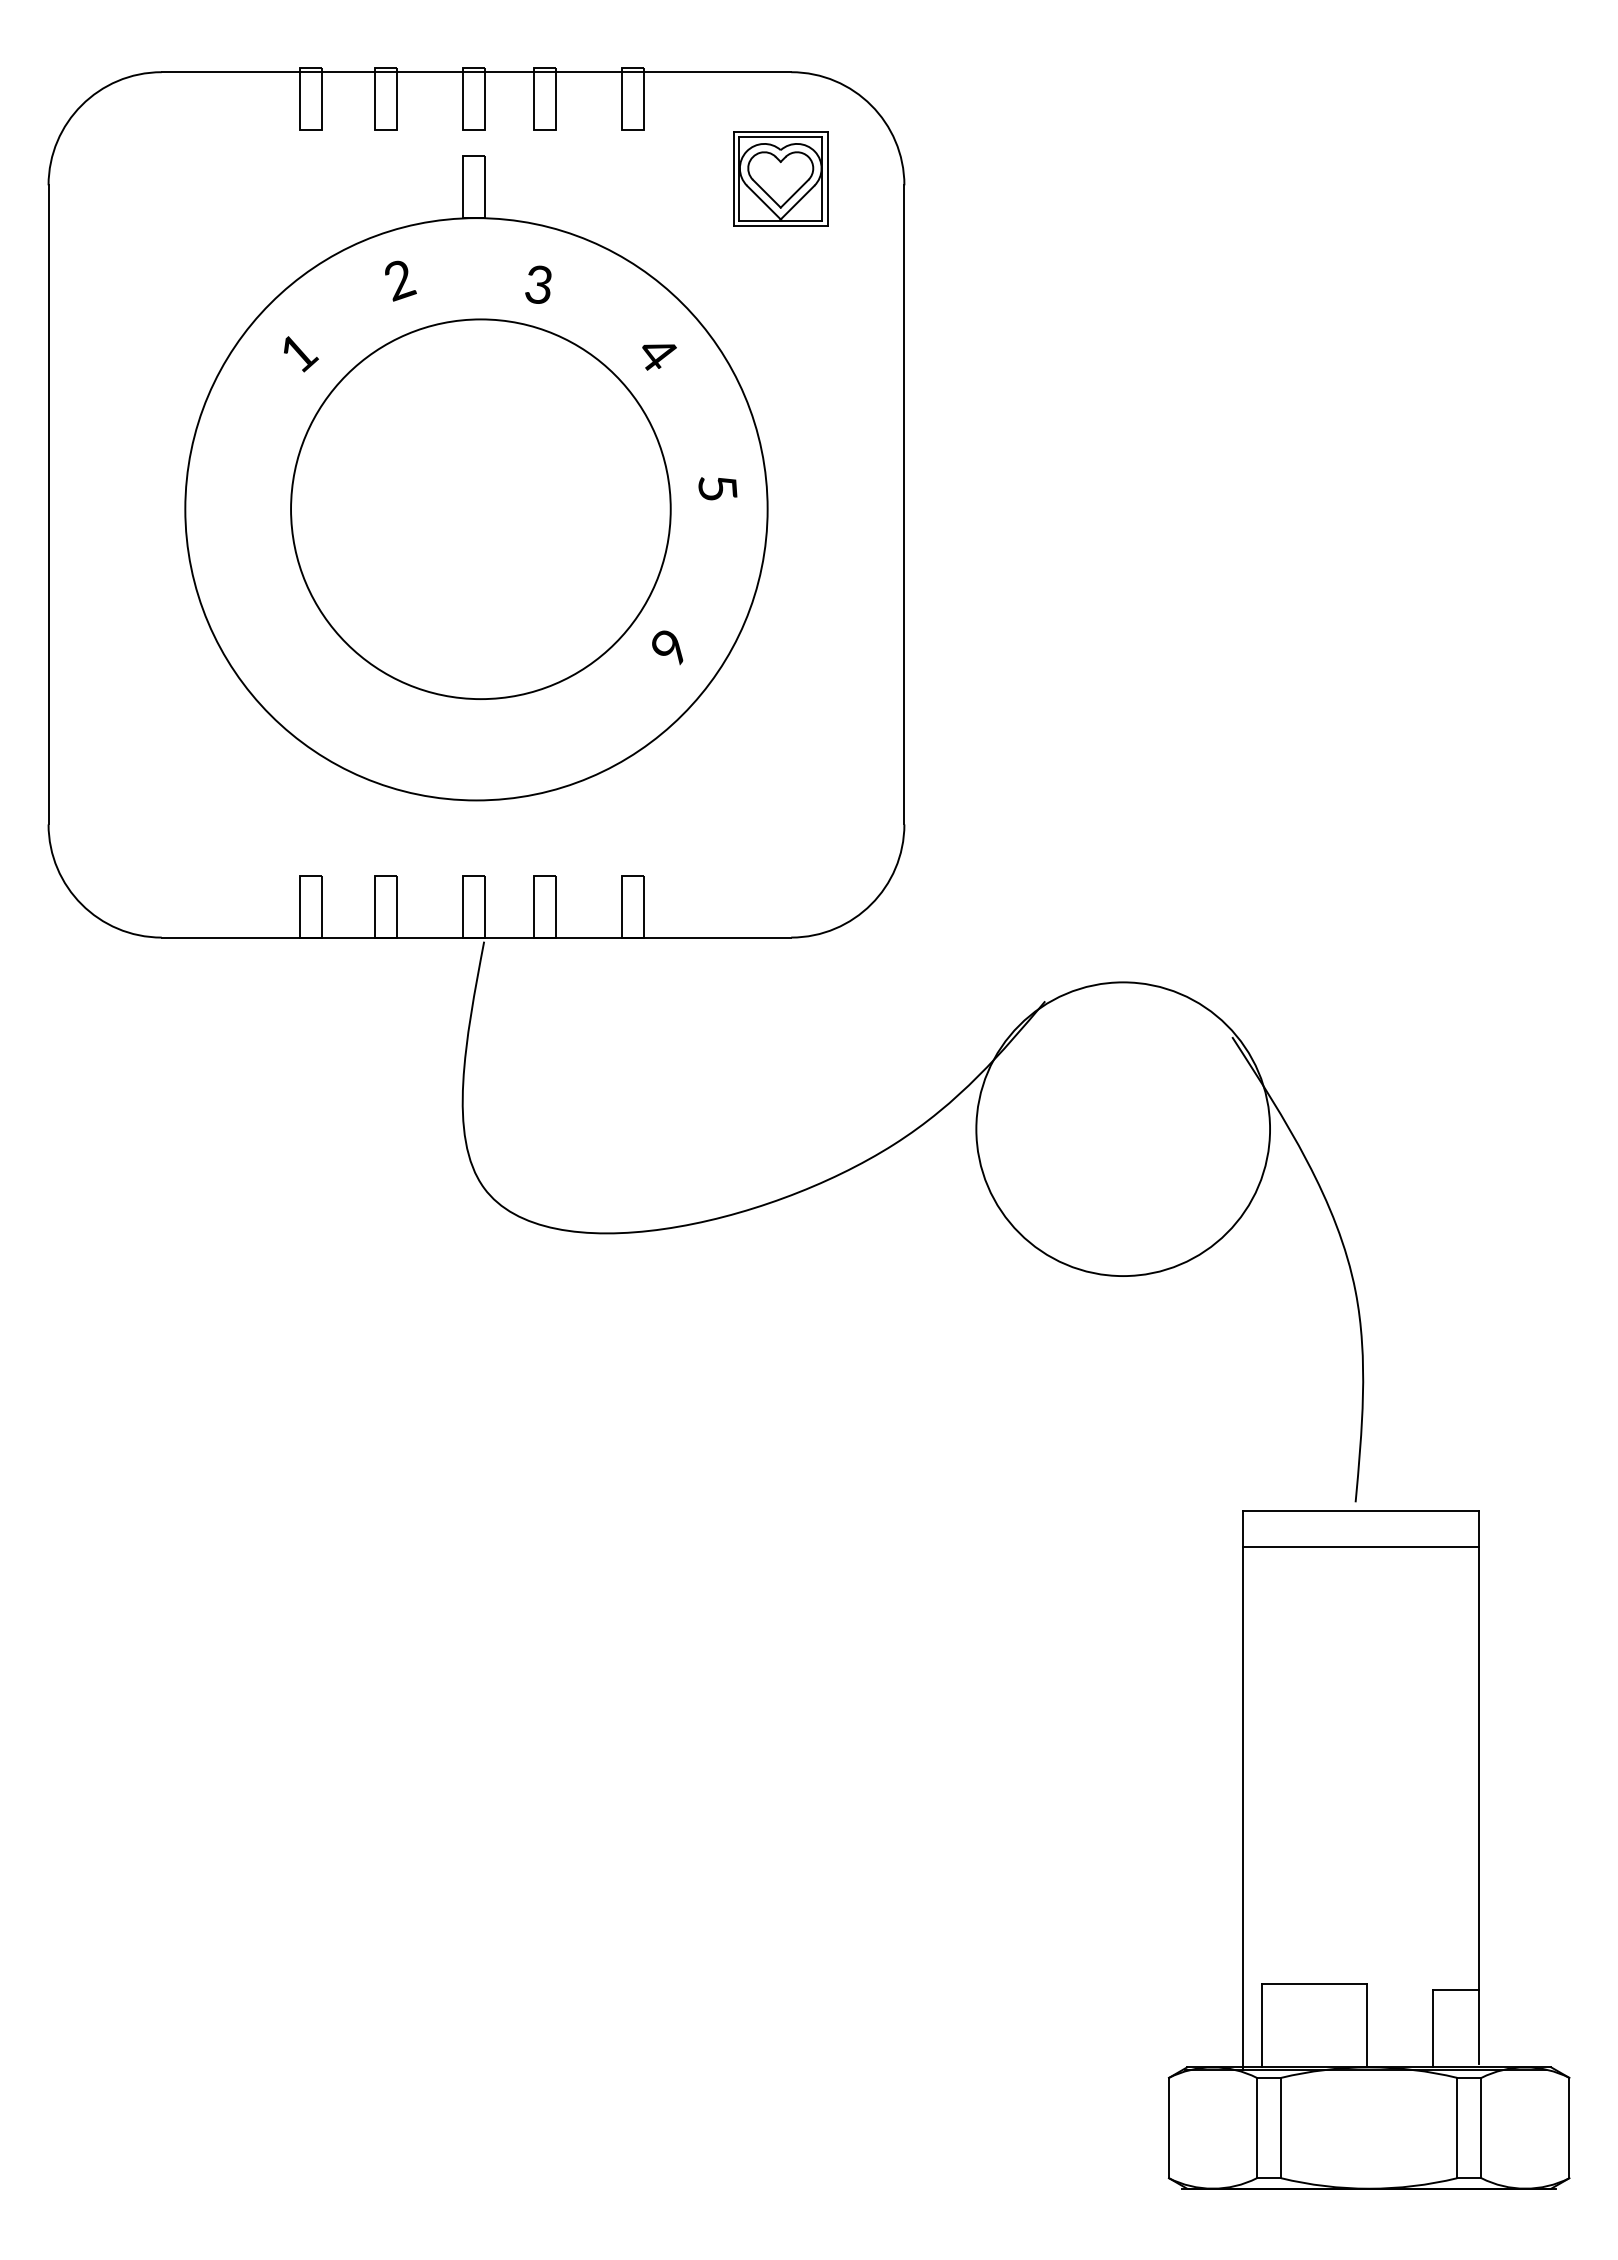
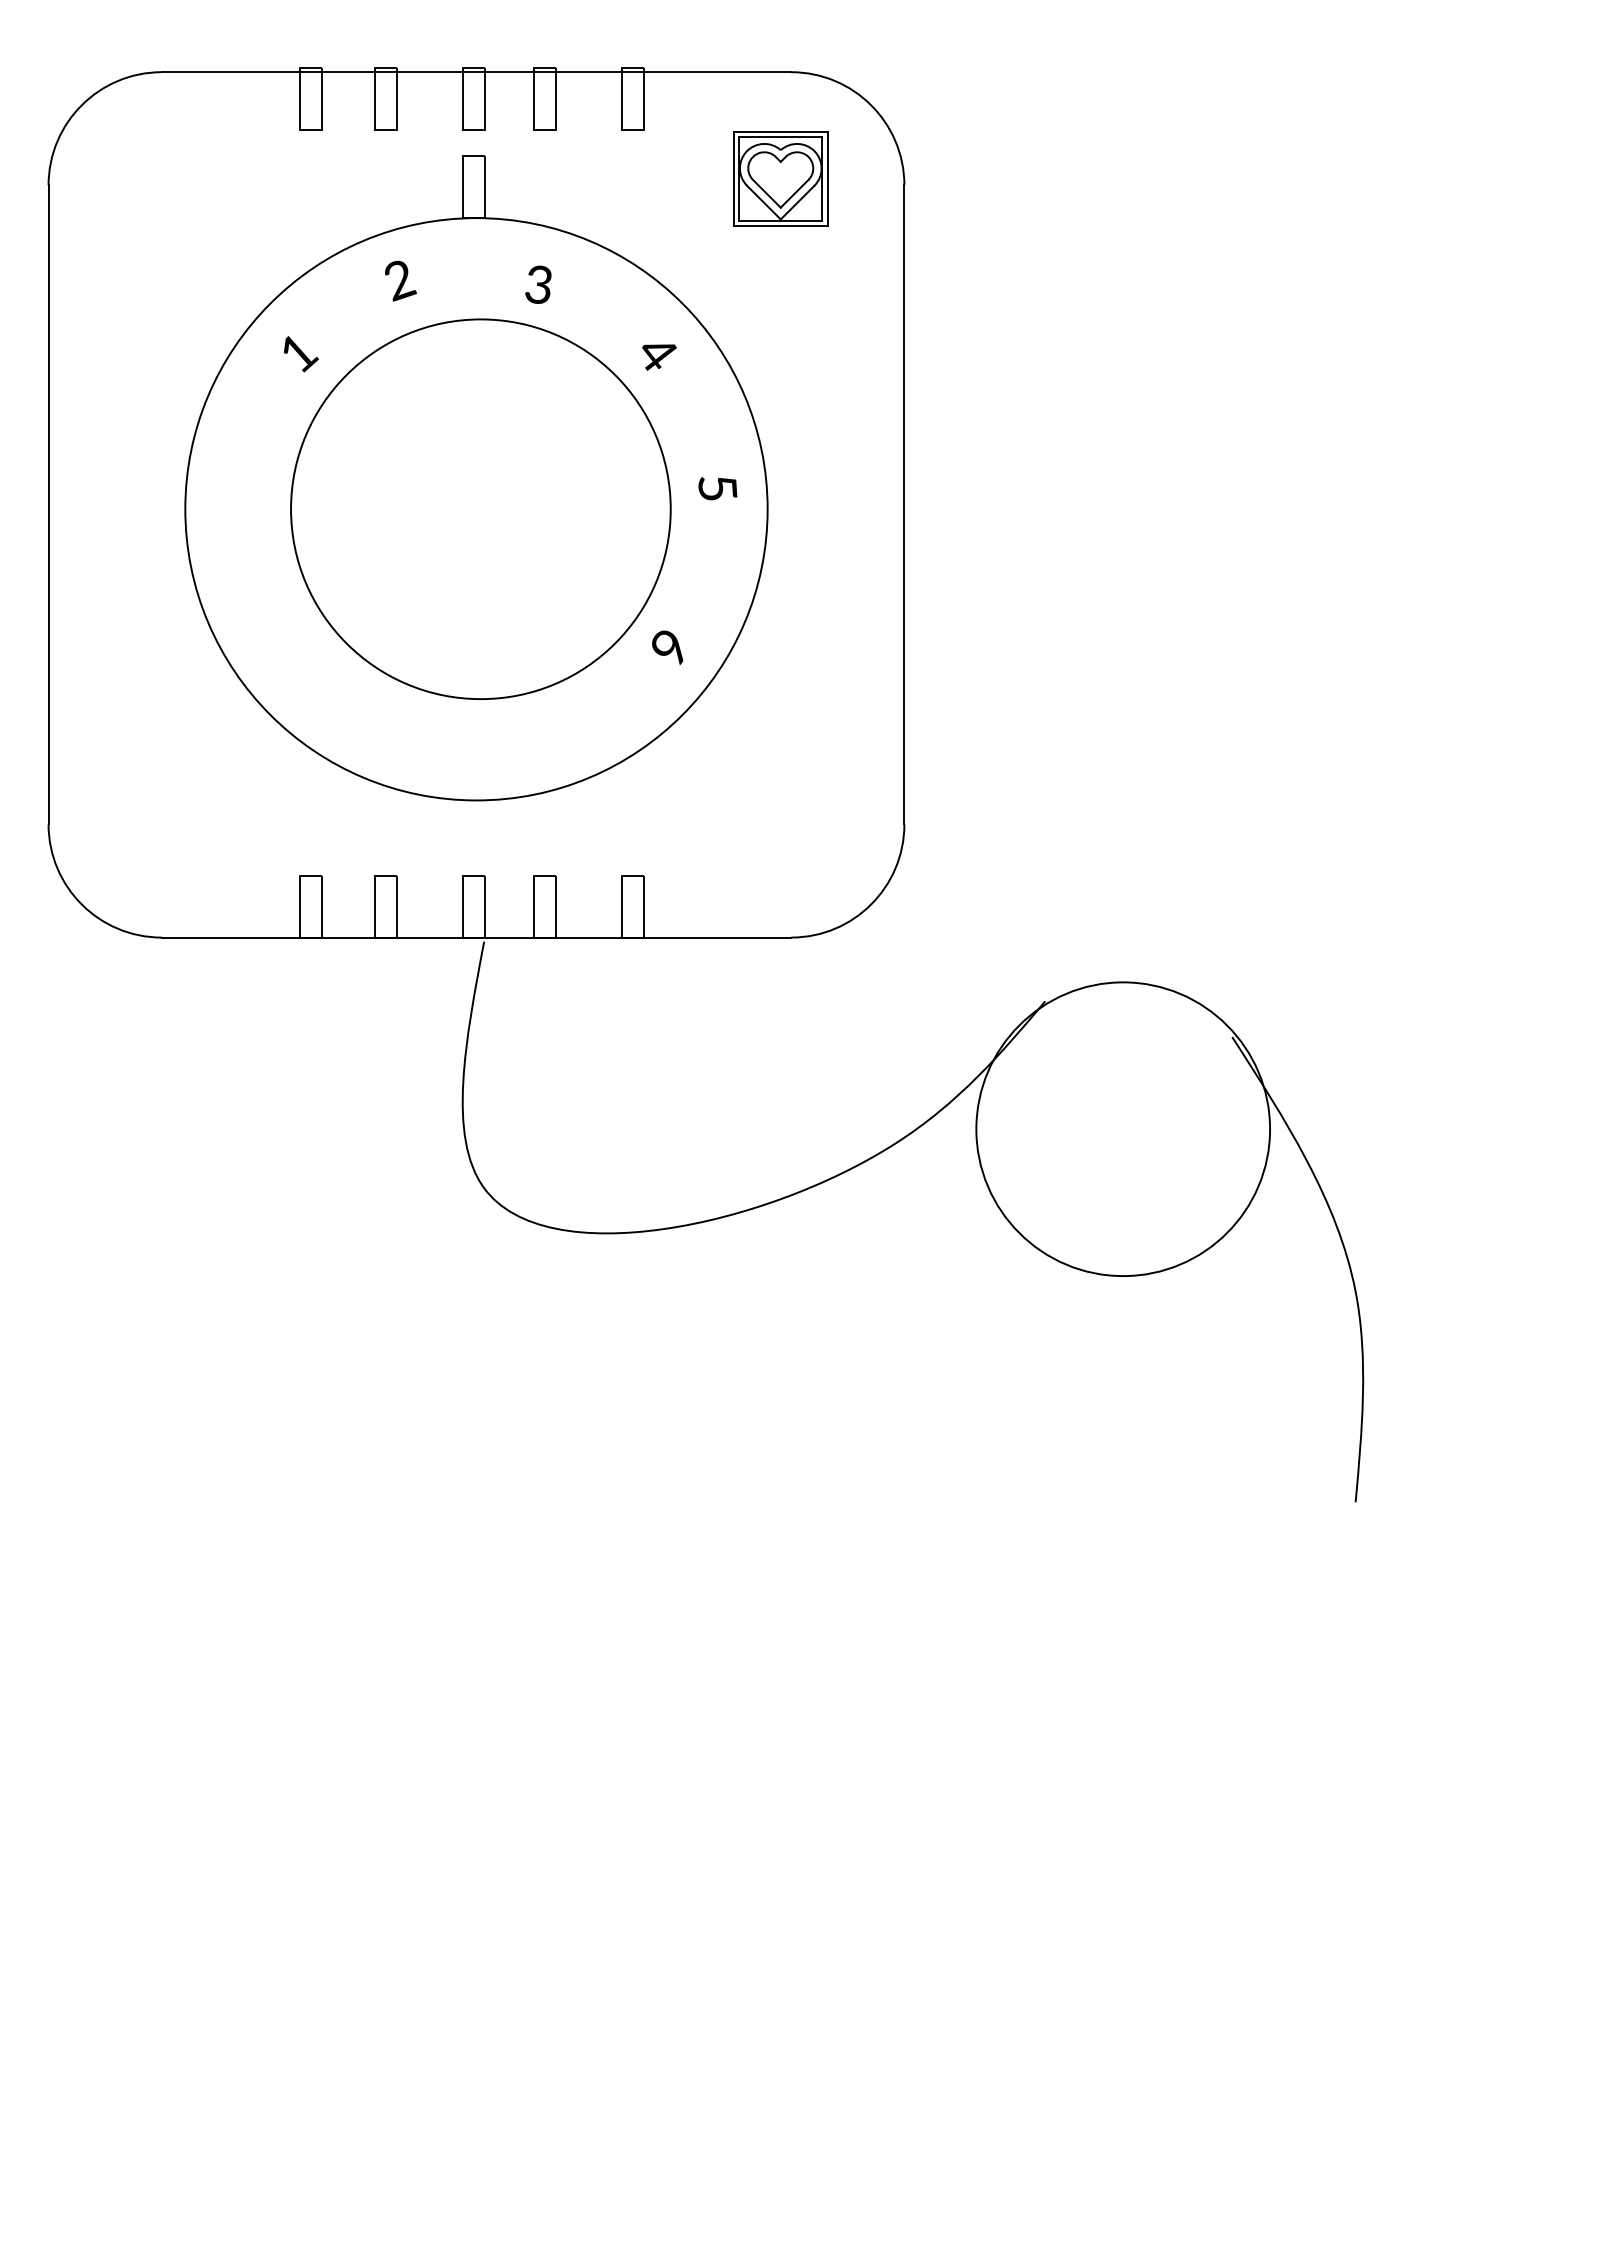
part at (1368, 1849): present -> none
